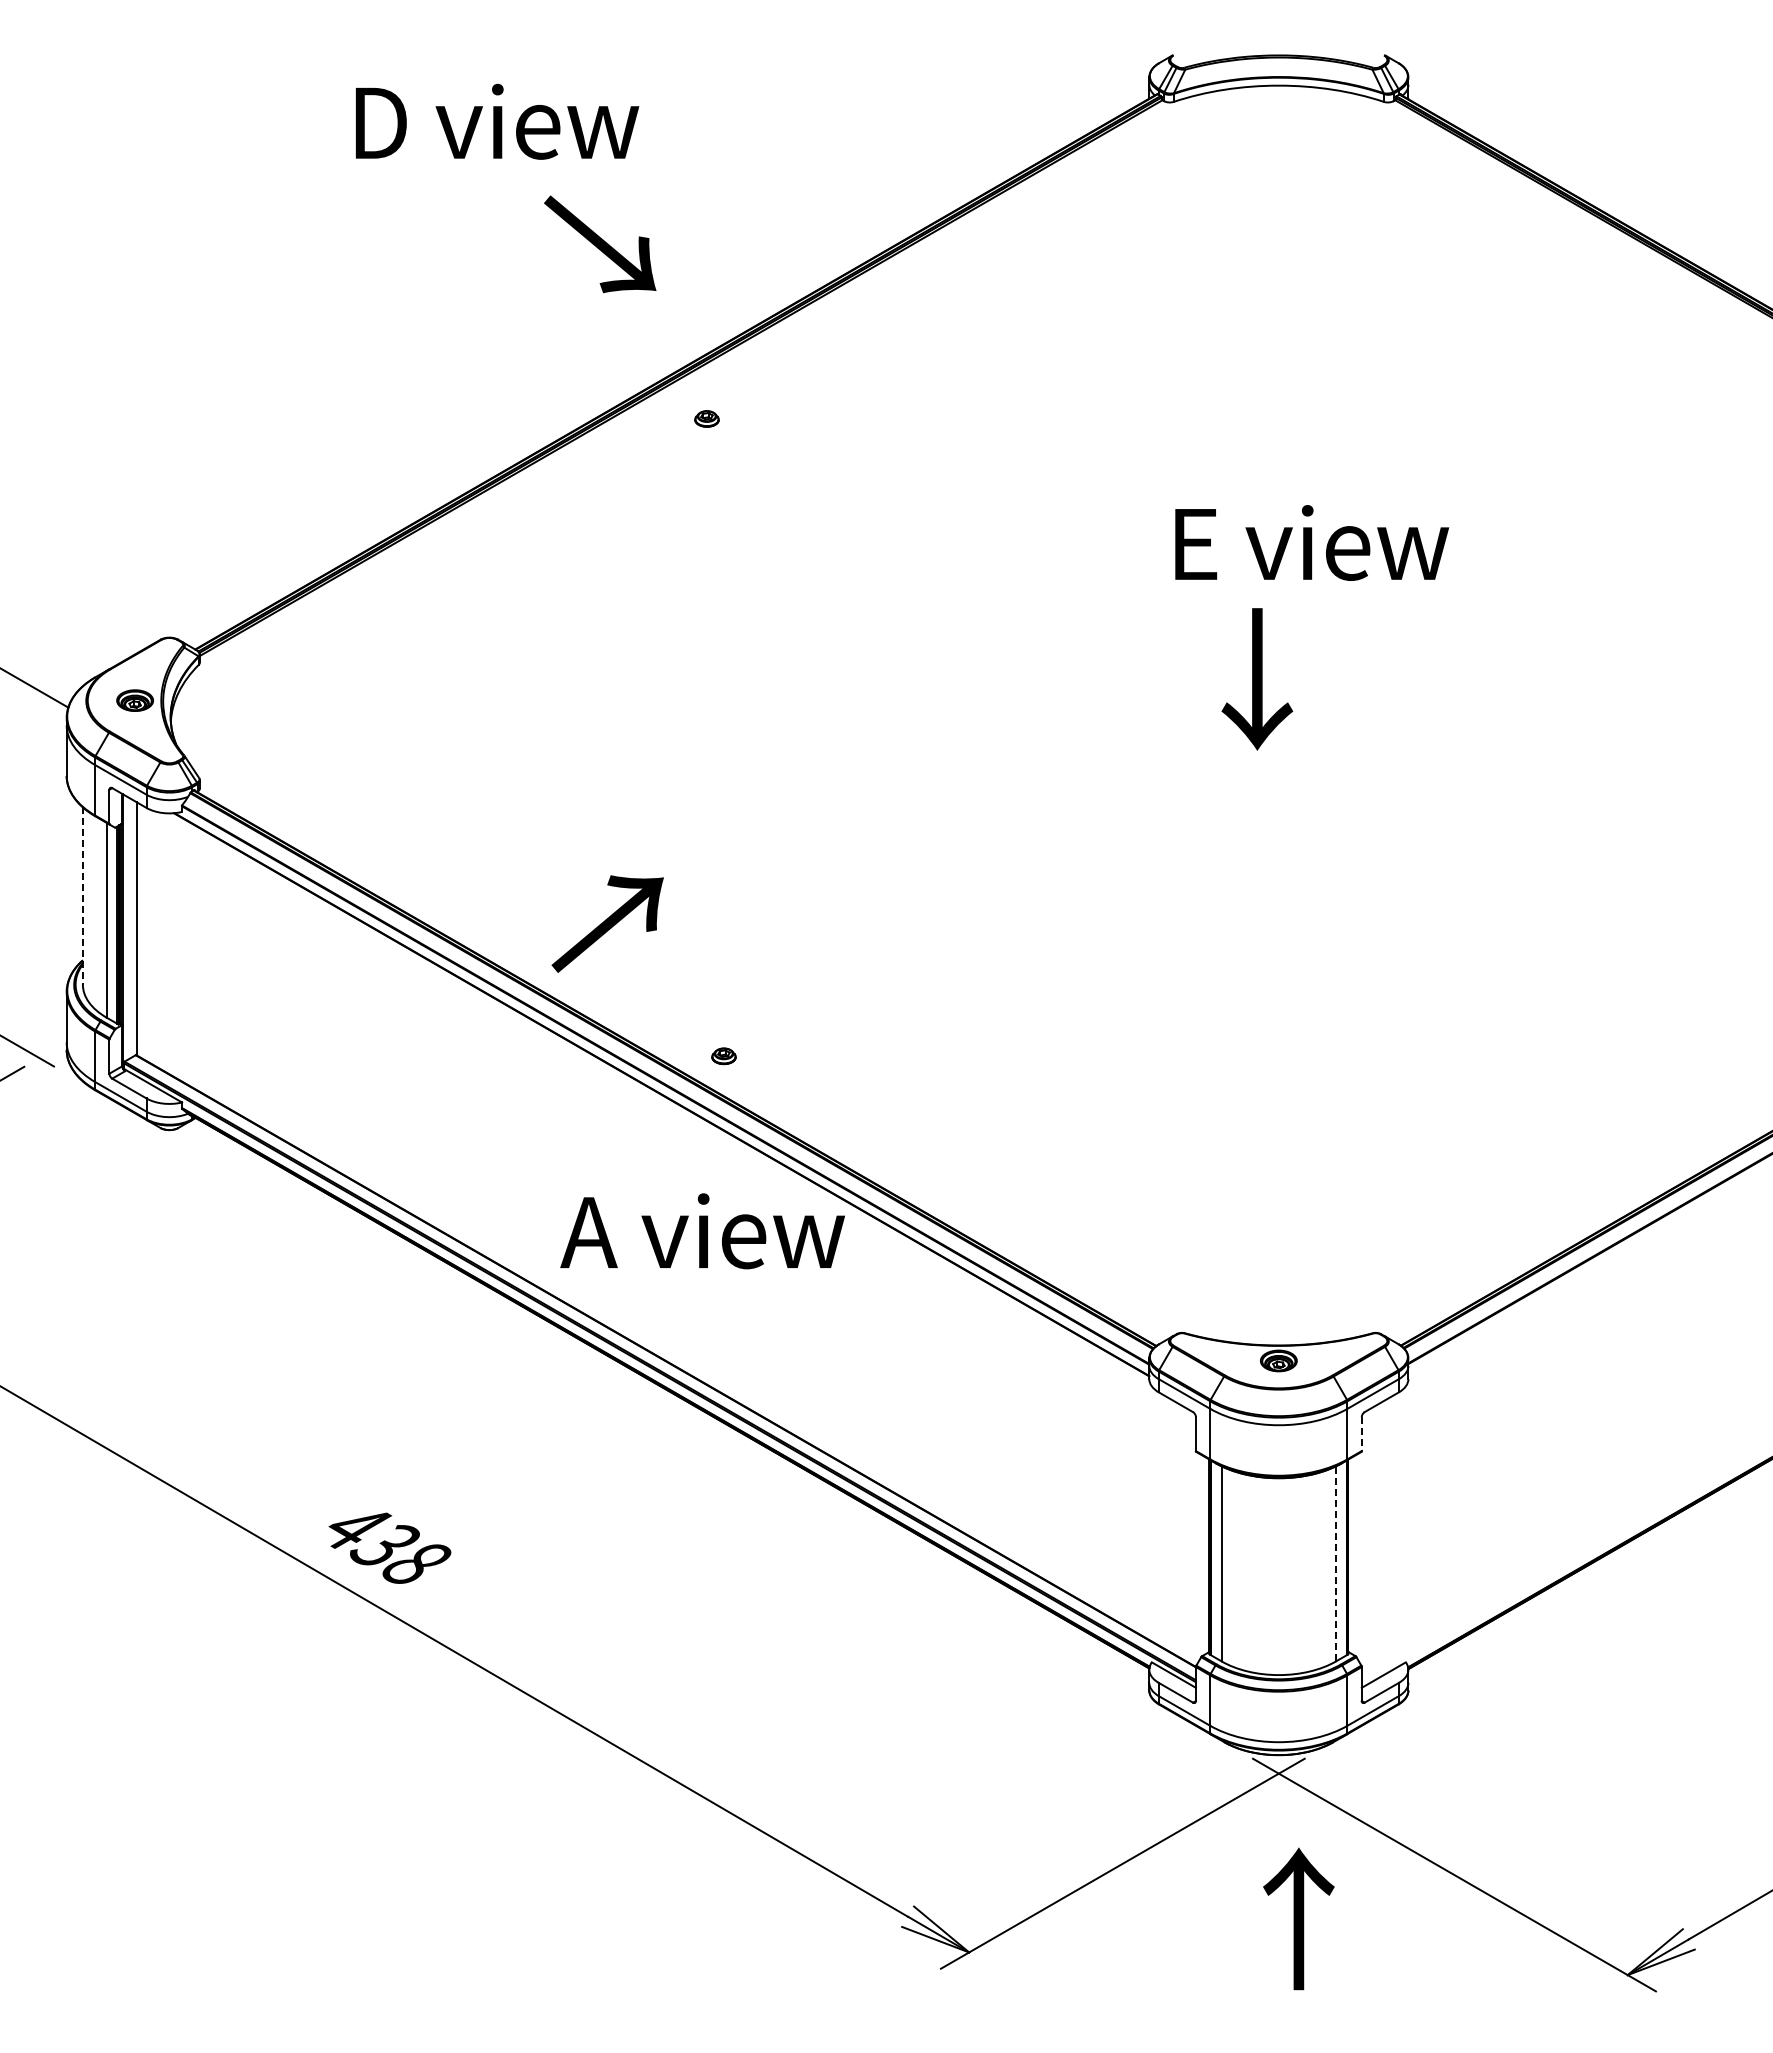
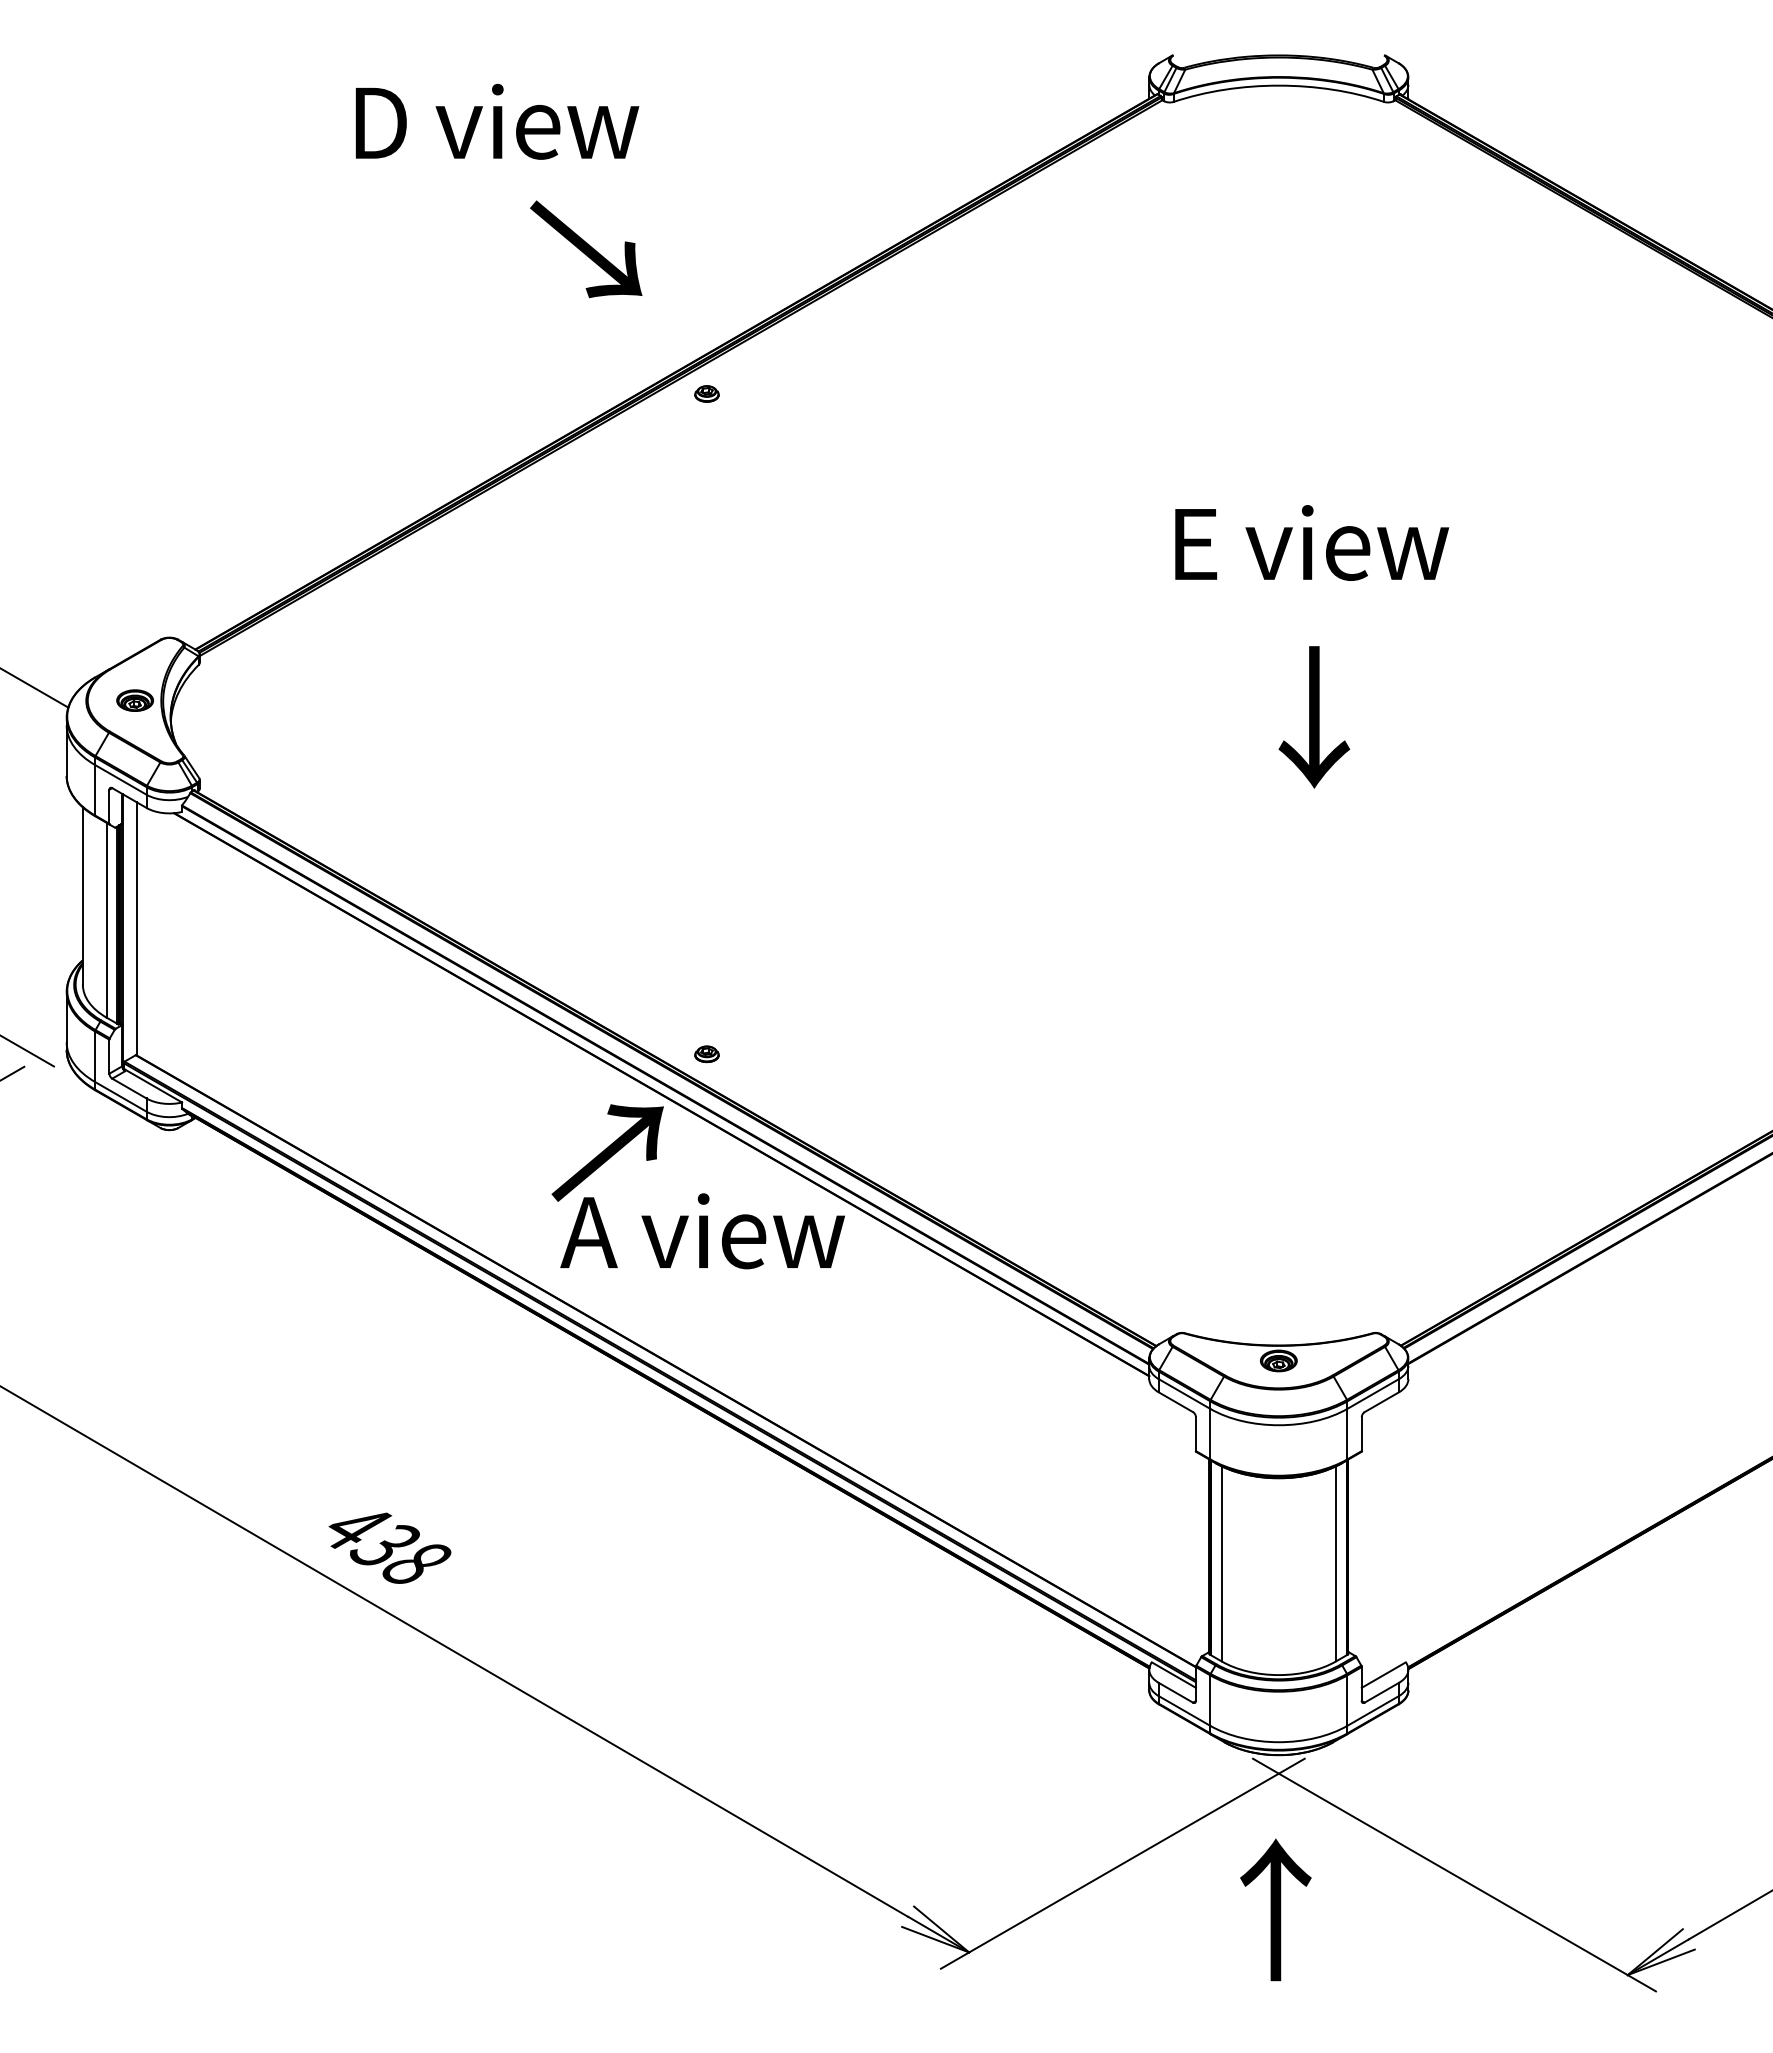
text at (600, 244) position: (600, 244) -> (586, 249)
part at (706, 418) position: (706, 418) -> (706, 393)
text at (1257, 679) position: (1257, 679) -> (1314, 717)
line at (82, 896): dashed -> solid
text at (607, 923) position: (607, 923) -> (607, 1152)
part at (723, 1056) position: (723, 1056) -> (706, 1054)
line at (1361, 1434): dashed -> solid
line at (1336, 1563): dashed -> solid
text at (1298, 1918) position: (1298, 1918) -> (1275, 1909)
